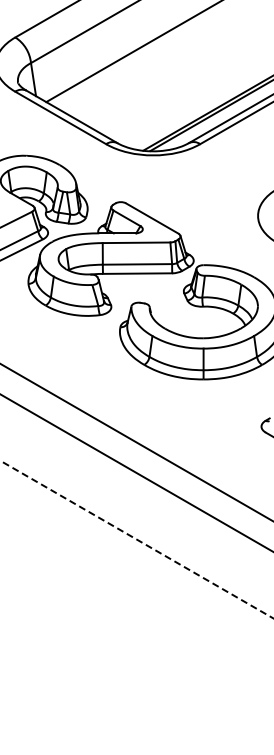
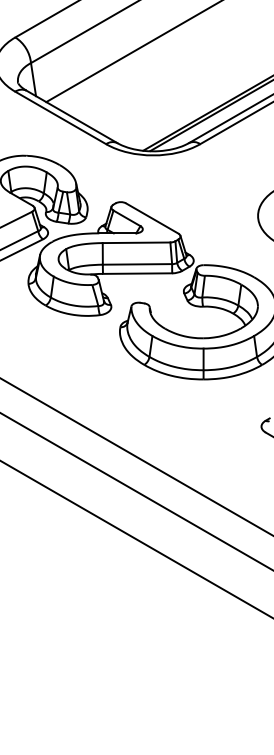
line at (136, 442) position: (136, 442) -> (136, 456)
line at (136, 472) position: (136, 472) -> (136, 491)
line at (137, 539): dashed -> solid
